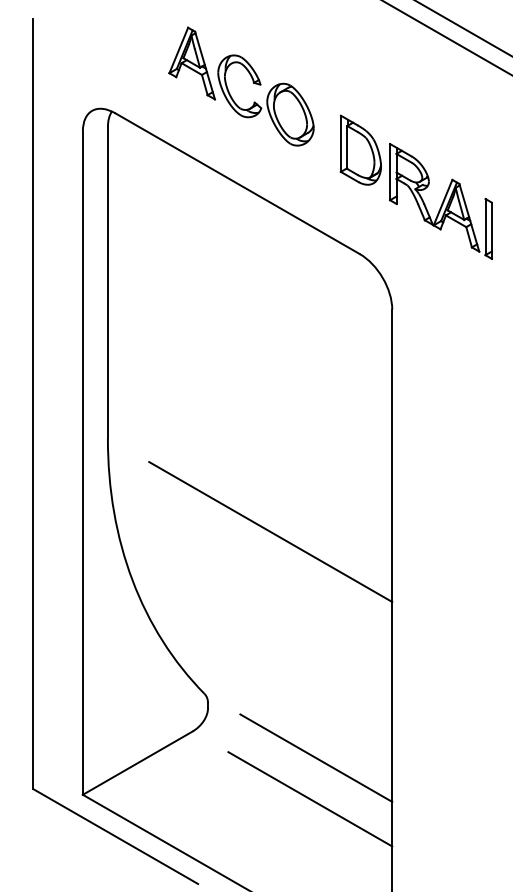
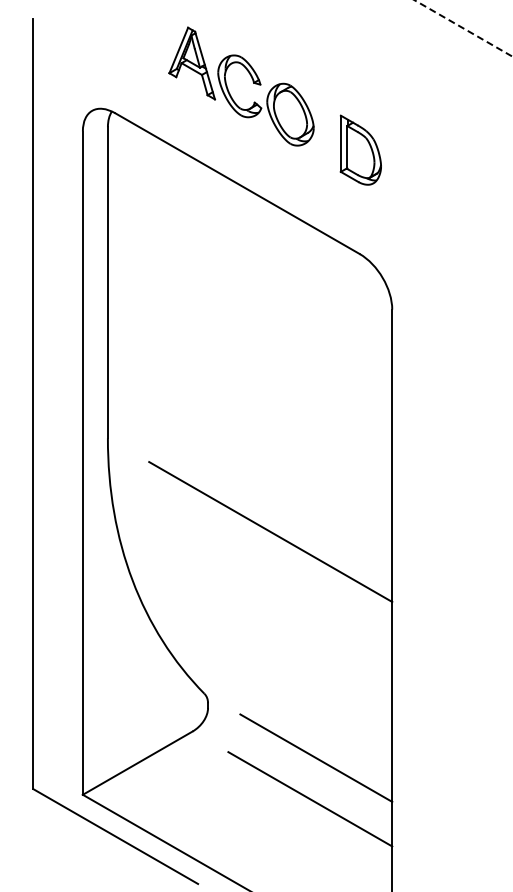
line at (462, 28): solid -> dashed
line at (446, 37): present -> none
part at (440, 201): present -> none
